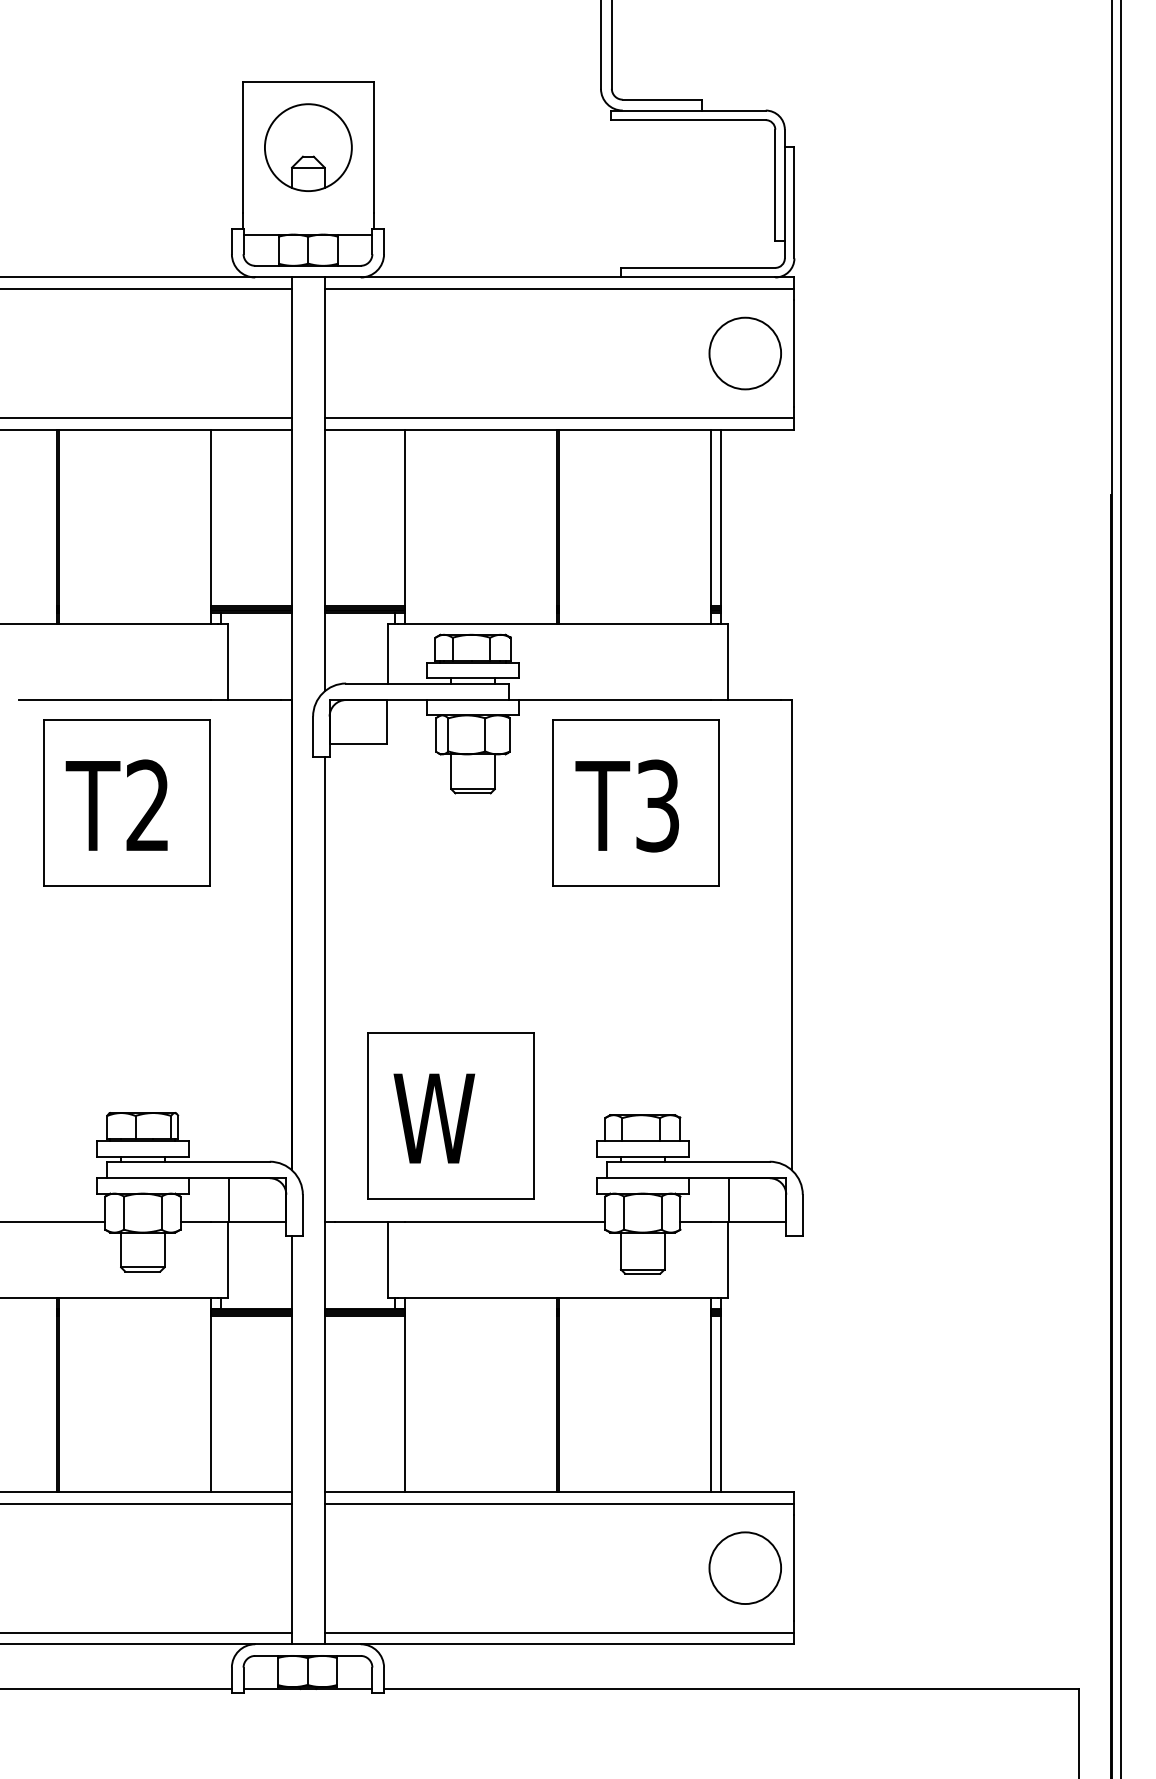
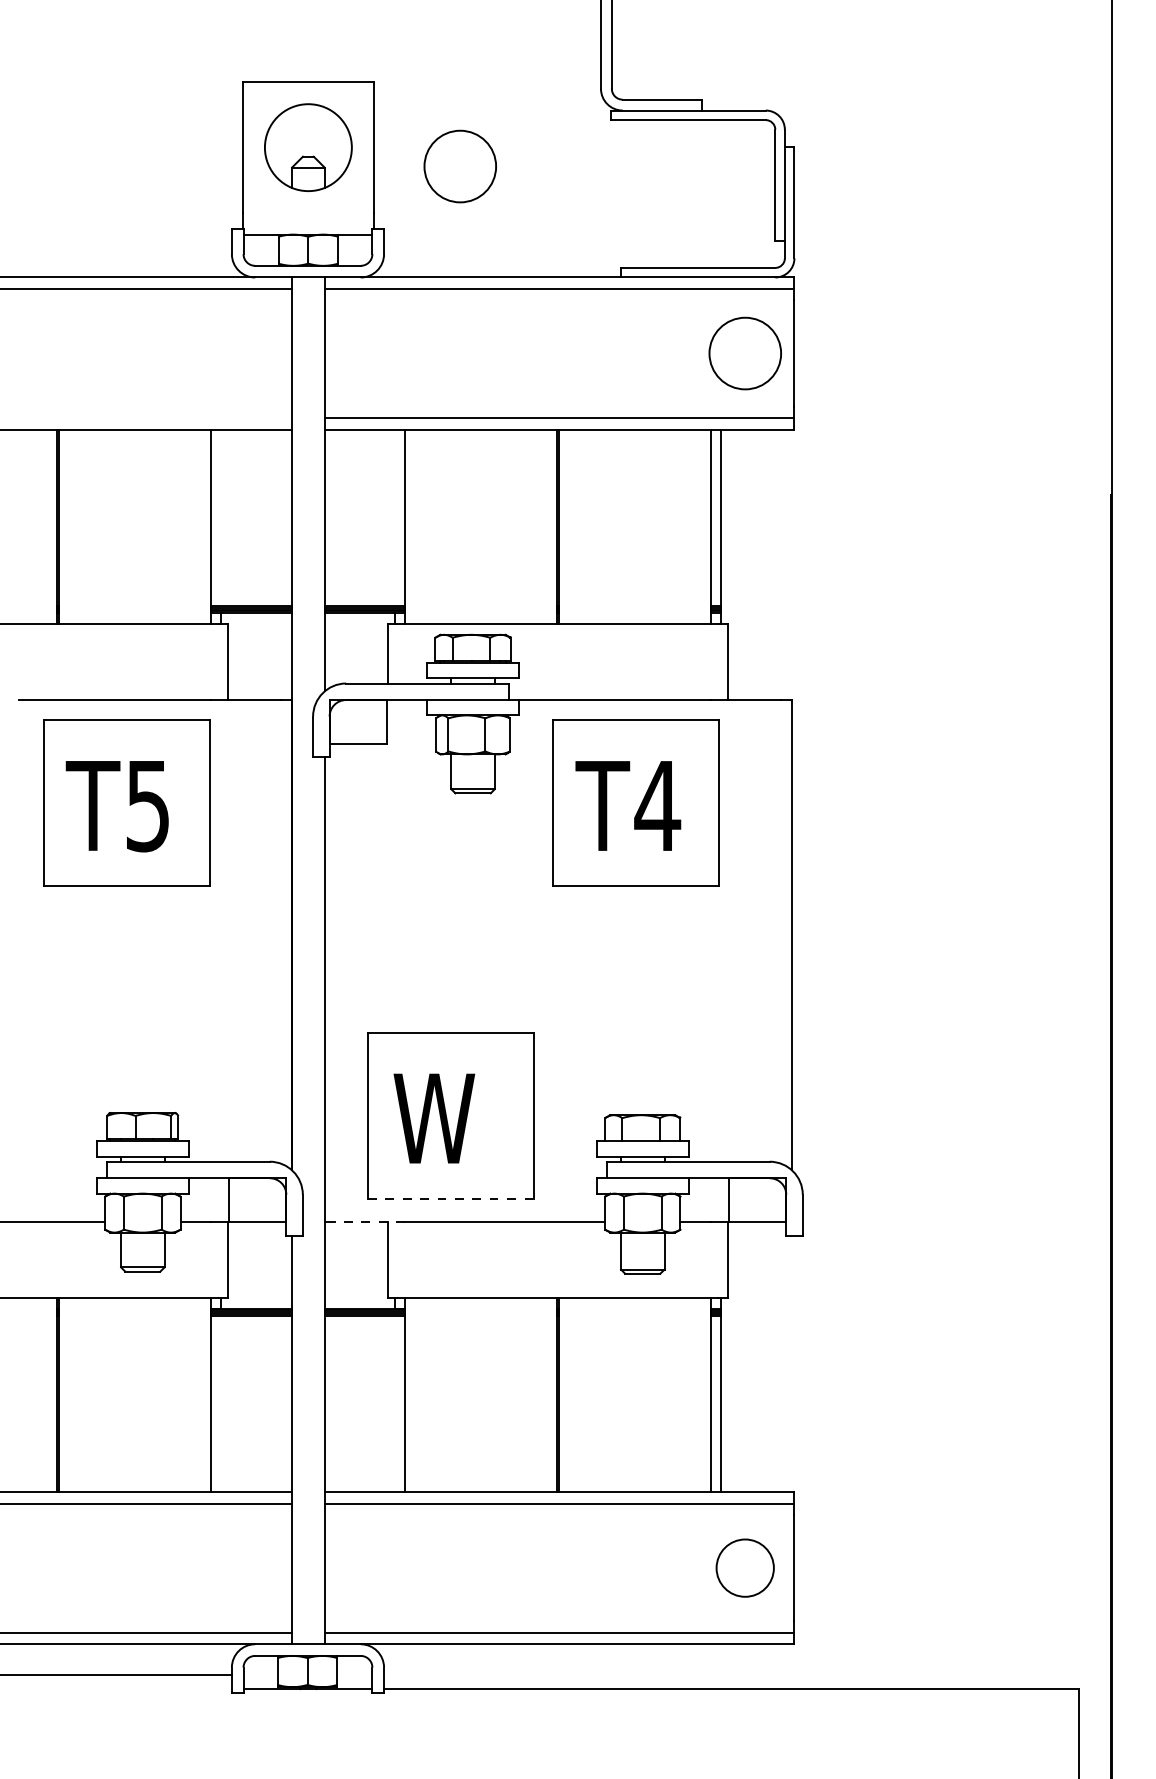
circle at (459, 166): none -> present
line at (147, 417): present -> none
text at (147, 805): T2 -> T5
text at (657, 805): T3 -> T4
line at (1121, 888): present -> none
line at (451, 1198): solid -> dashed
line at (370, 1221): solid -> dashed
circle at (744, 1567) size: 74x74 px -> 60x60 px
line at (116, 1688) position: (116, 1688) -> (116, 1674)
